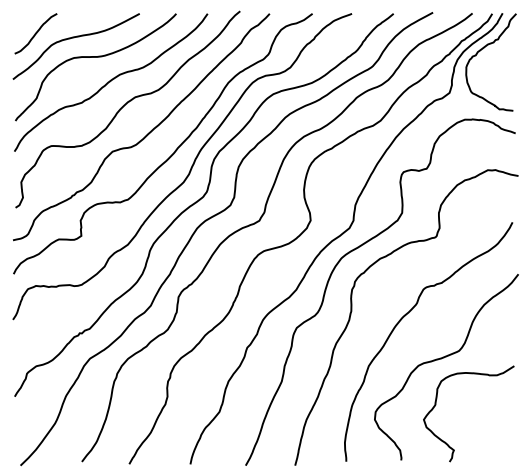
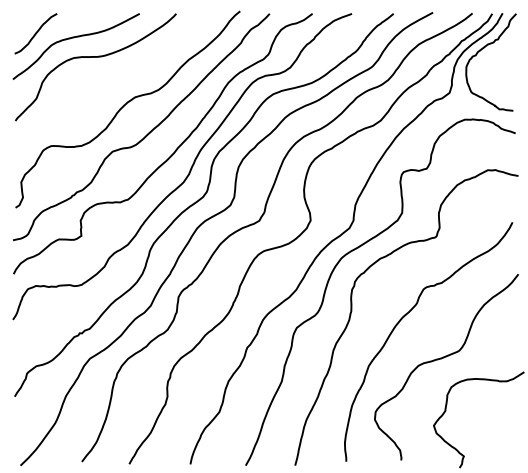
curve at (111, 81): present -> none
curve at (436, 405) position: (436, 405) -> (446, 411)
